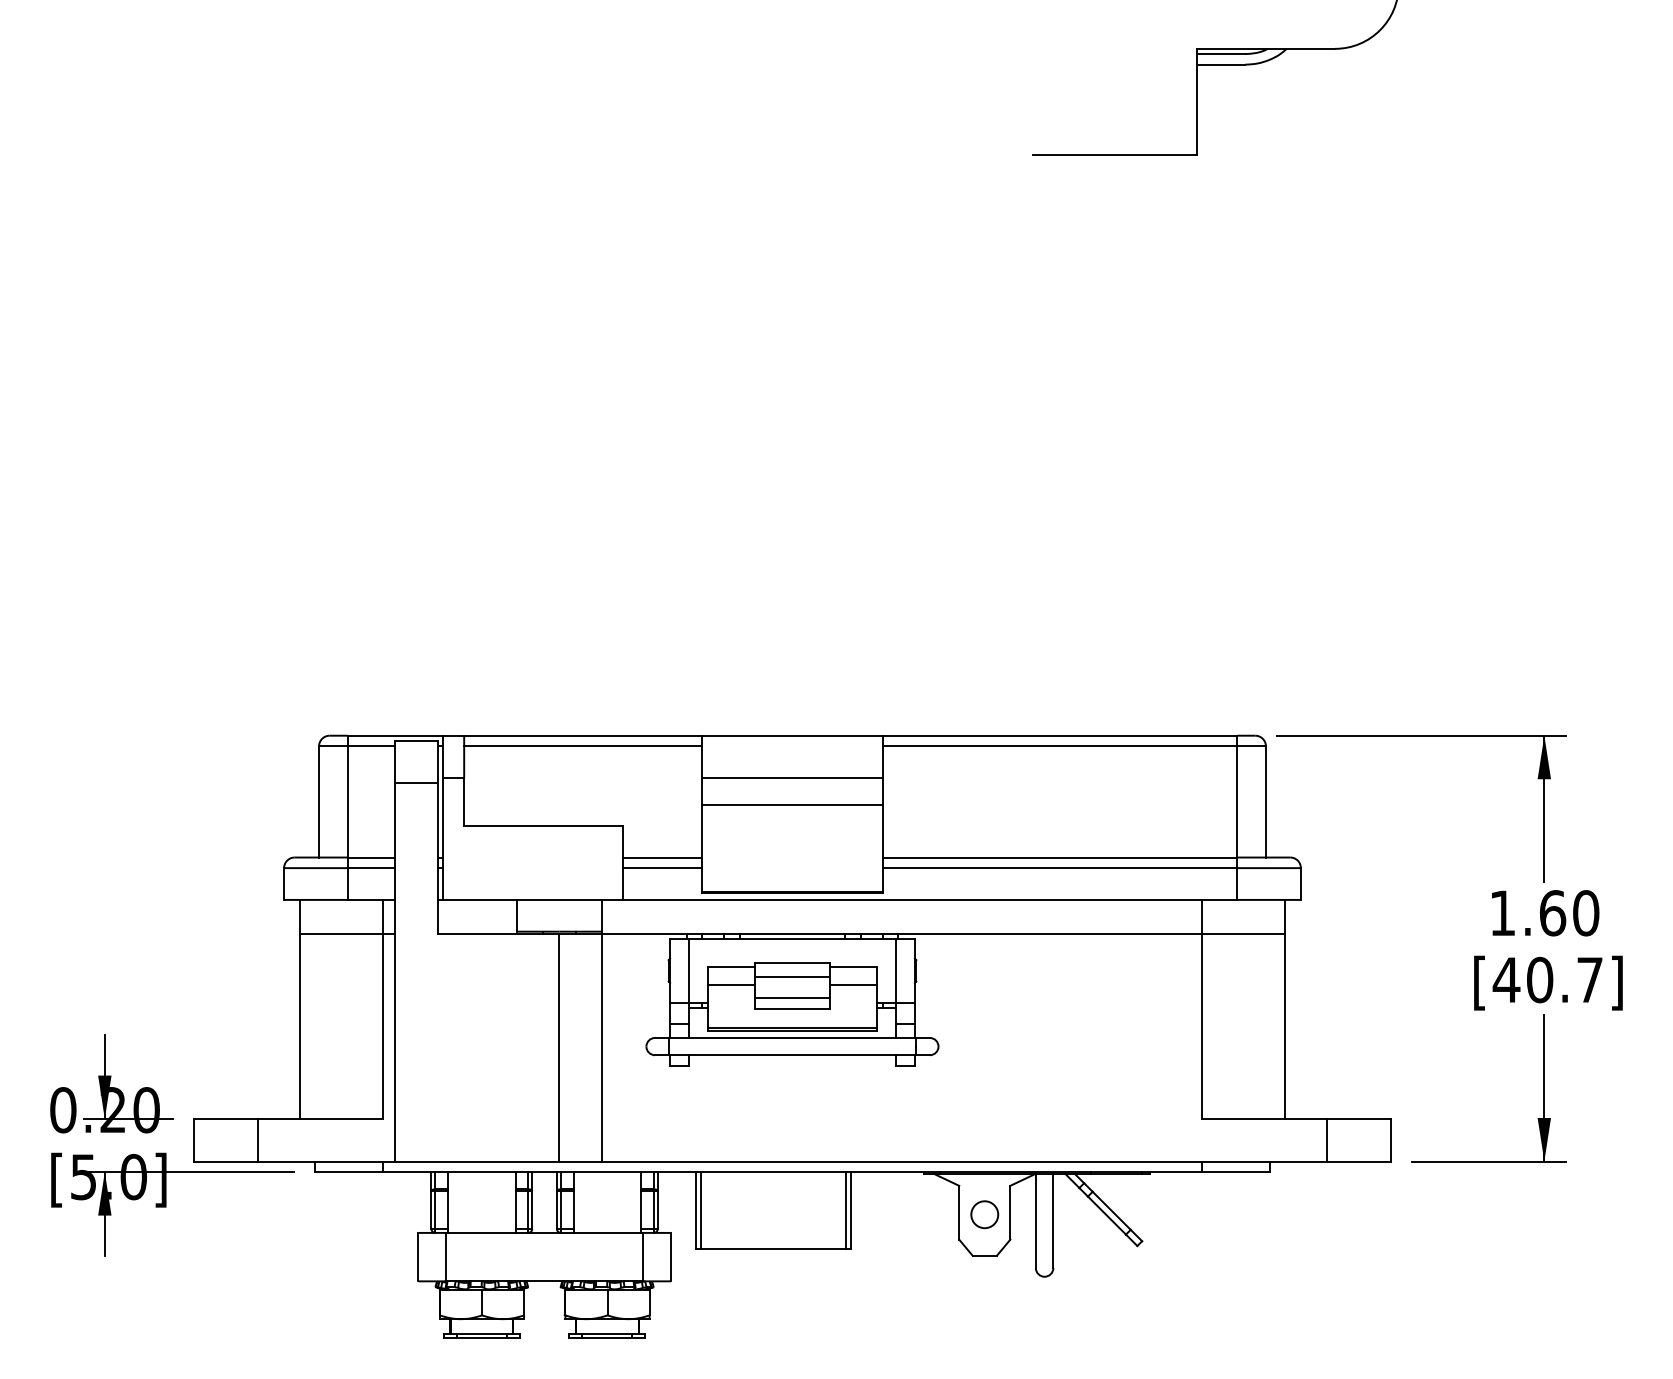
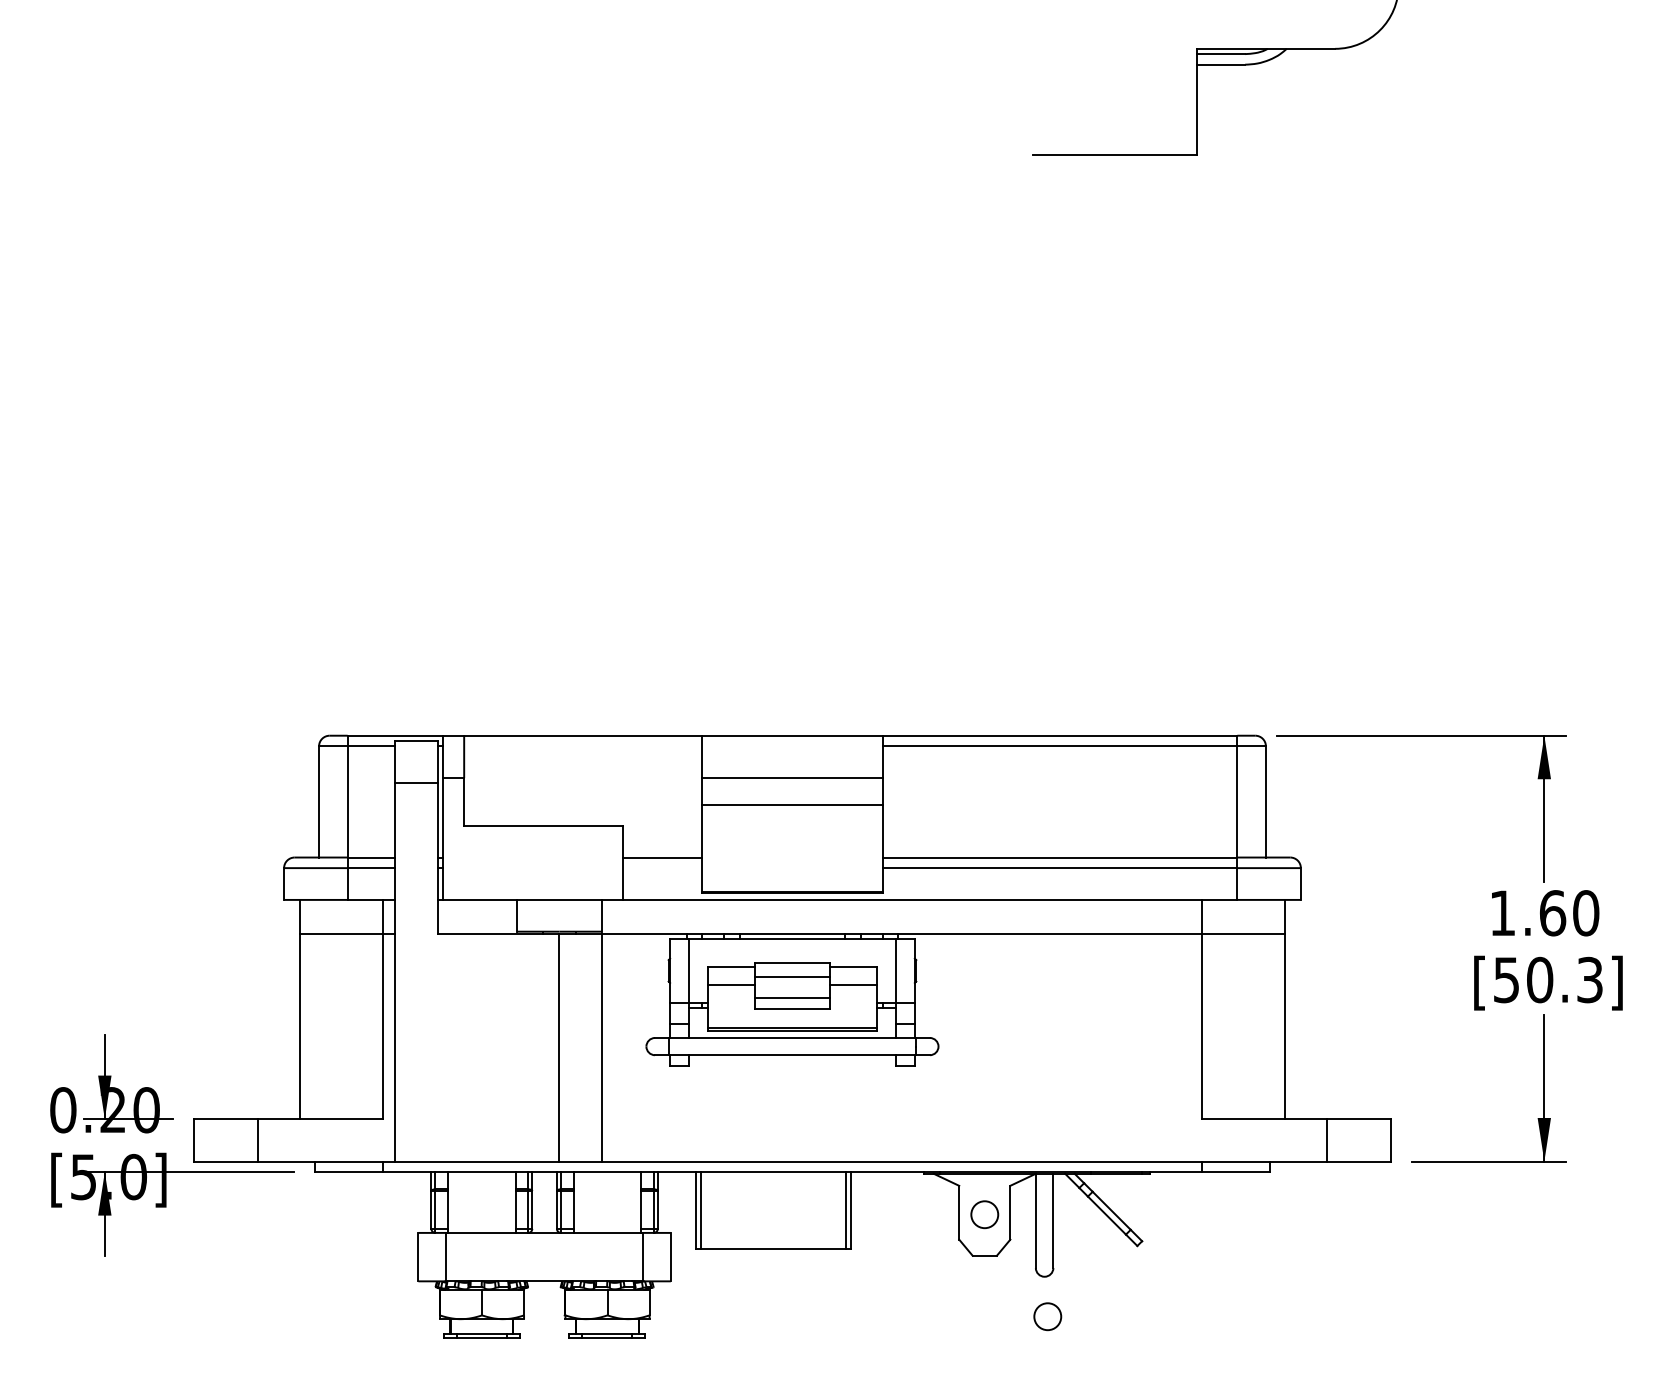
line at (583, 746): present -> none
line at (662, 868): present -> none
text at (1547, 979): [40.7] -> [50.3]
circle at (1047, 1316): none -> present
